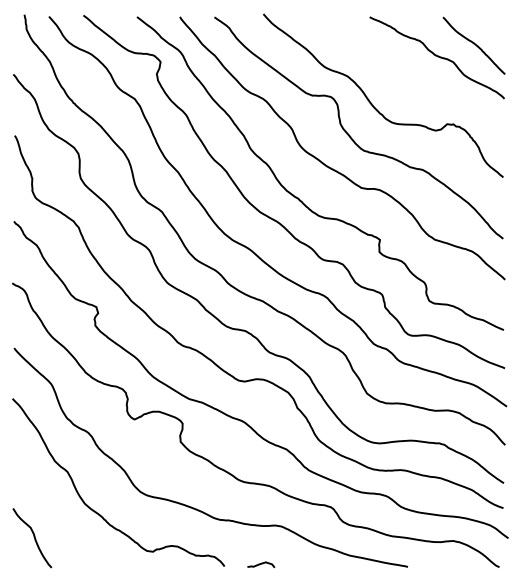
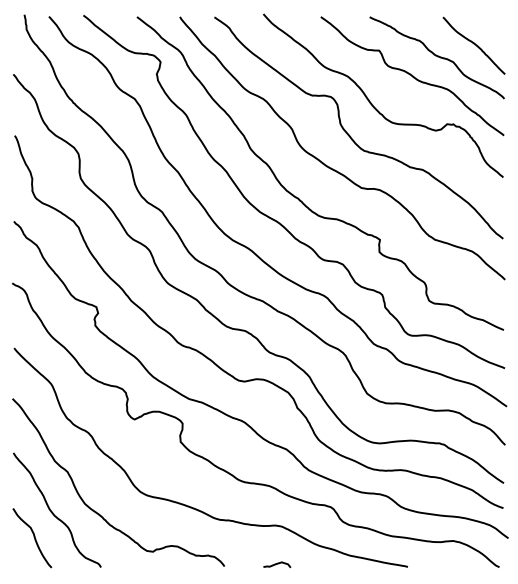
curve at (412, 76): none -> present
curve at (53, 512): none -> present
curve at (261, 564) position: (261, 564) -> (277, 564)
